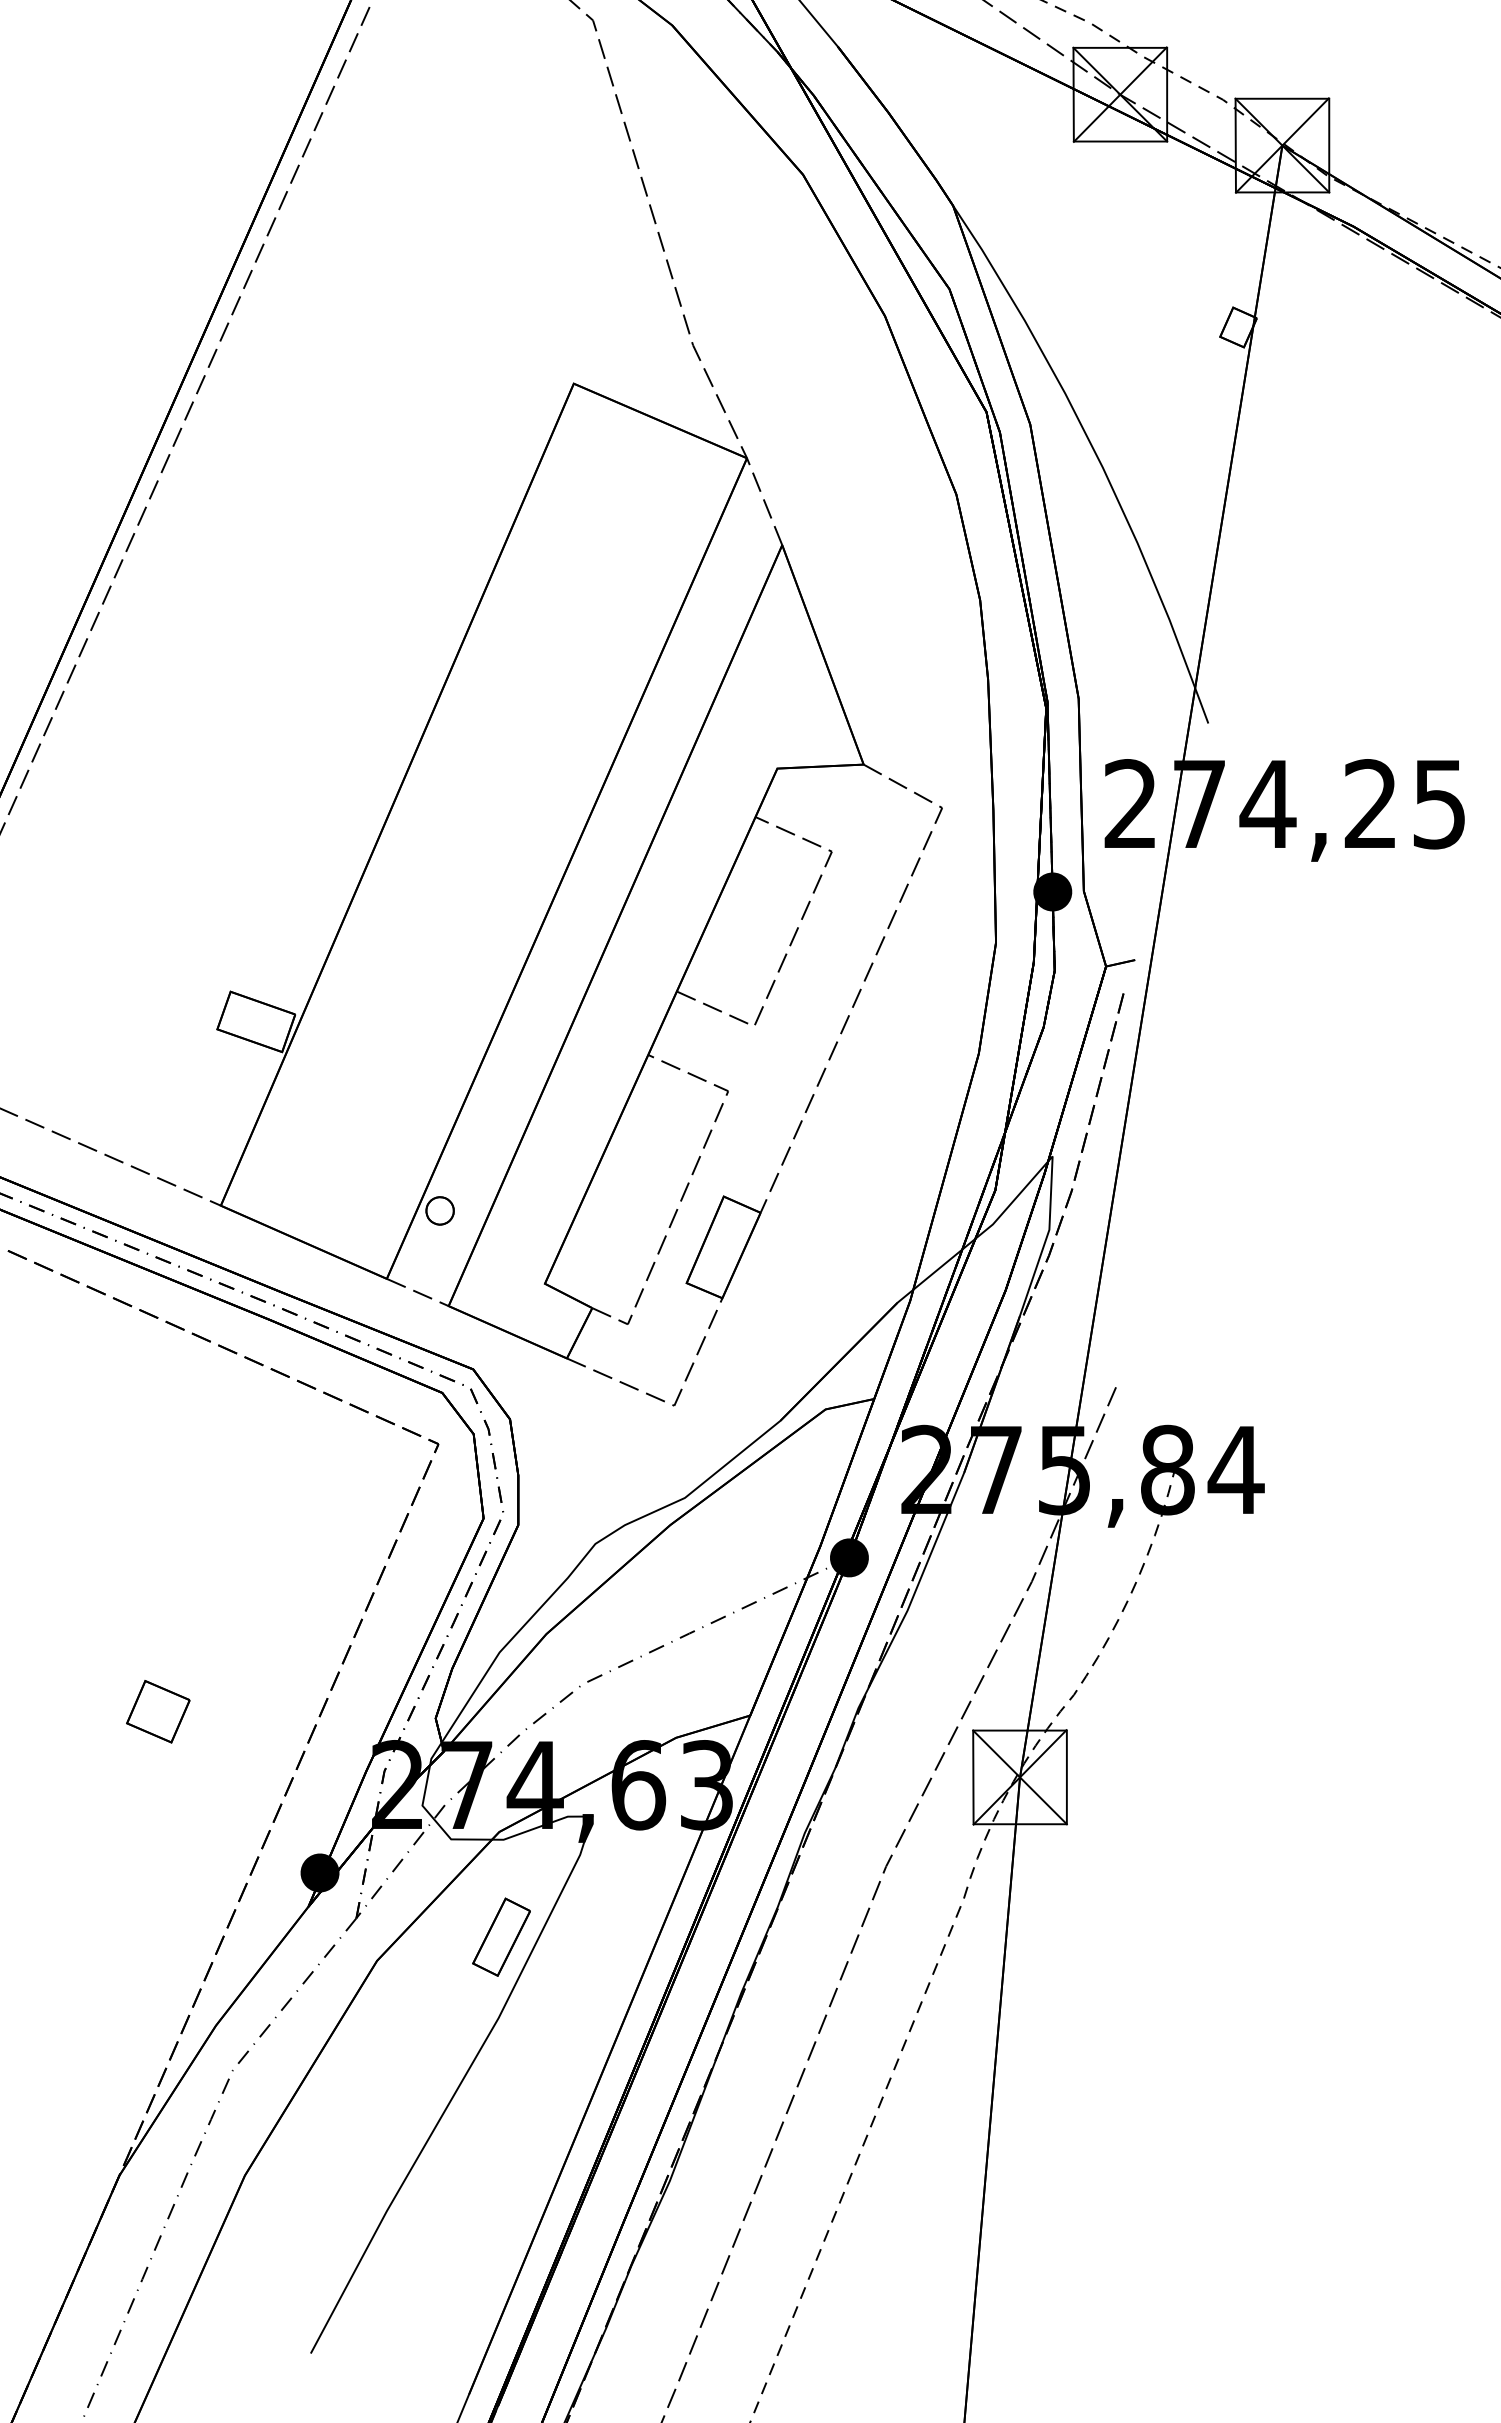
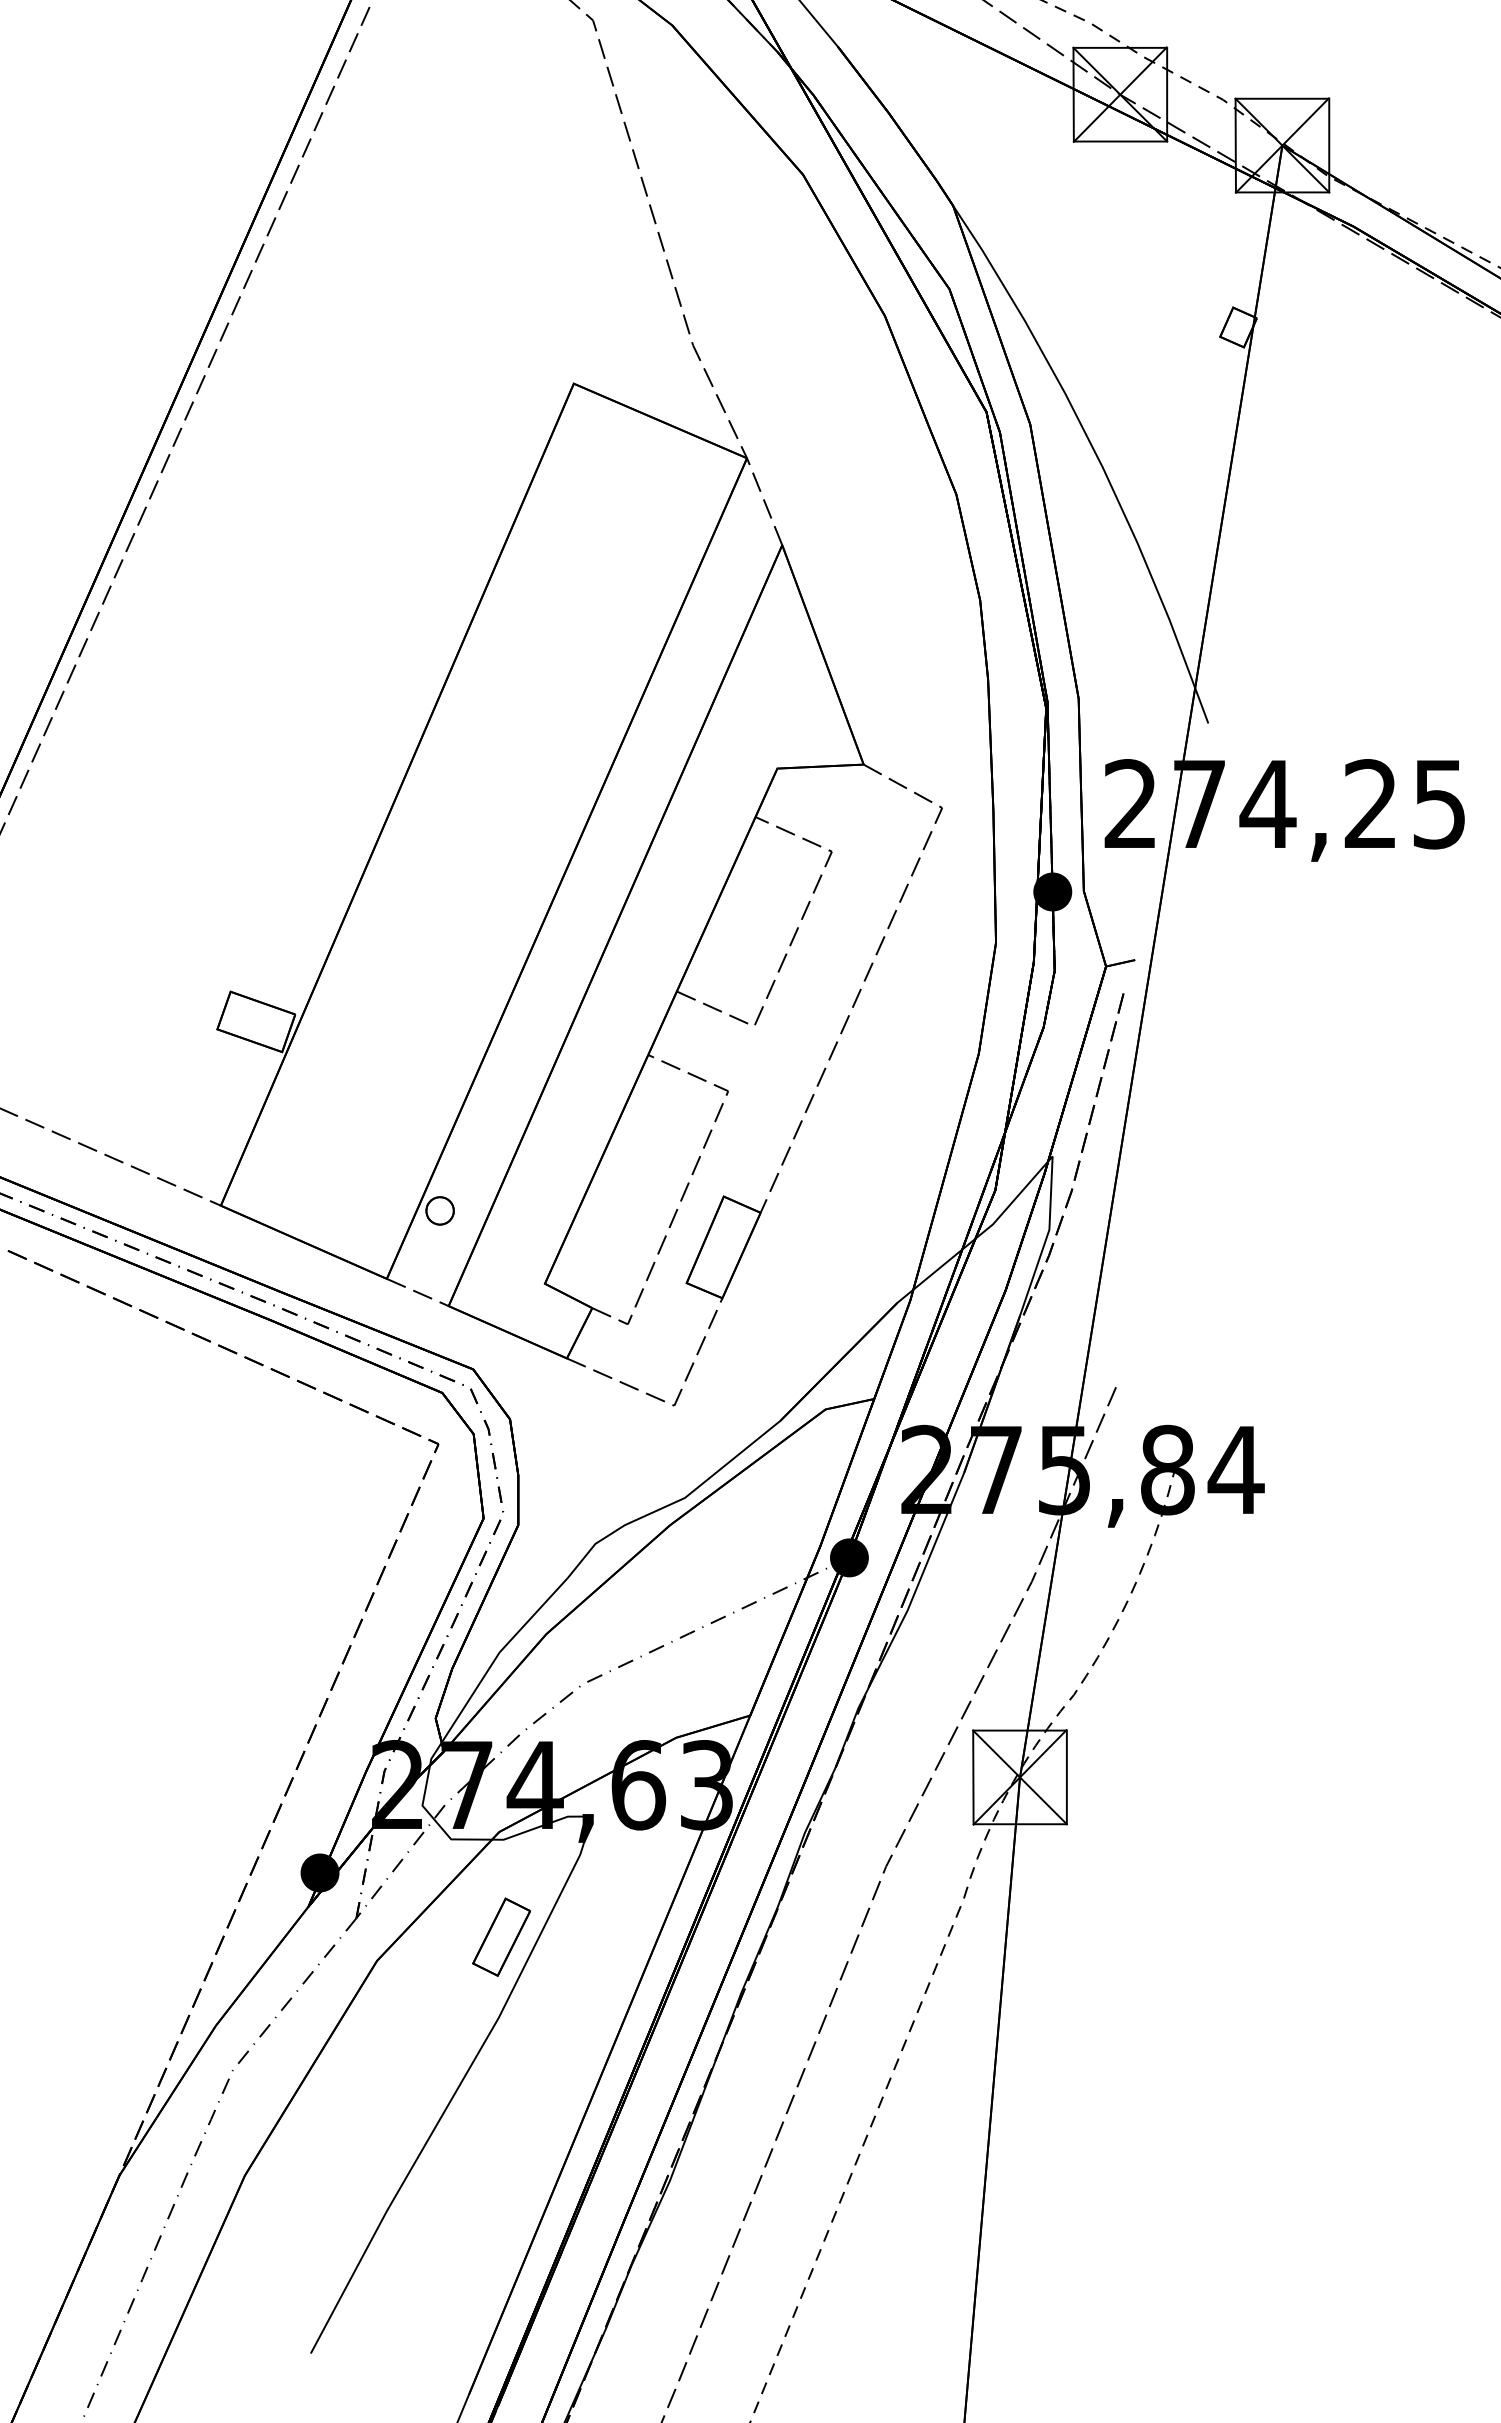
part at (158, 1711): present -> none
